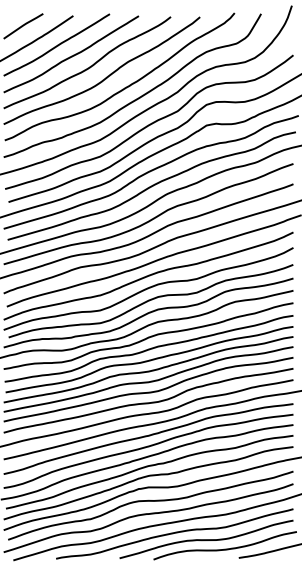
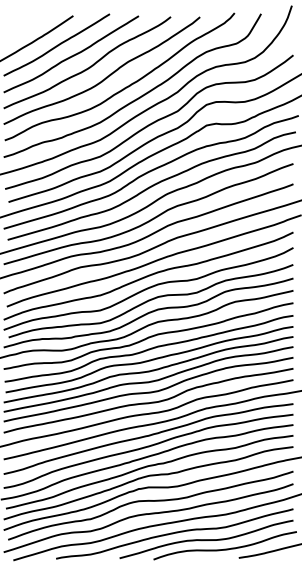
line at (23, 26): present -> none
